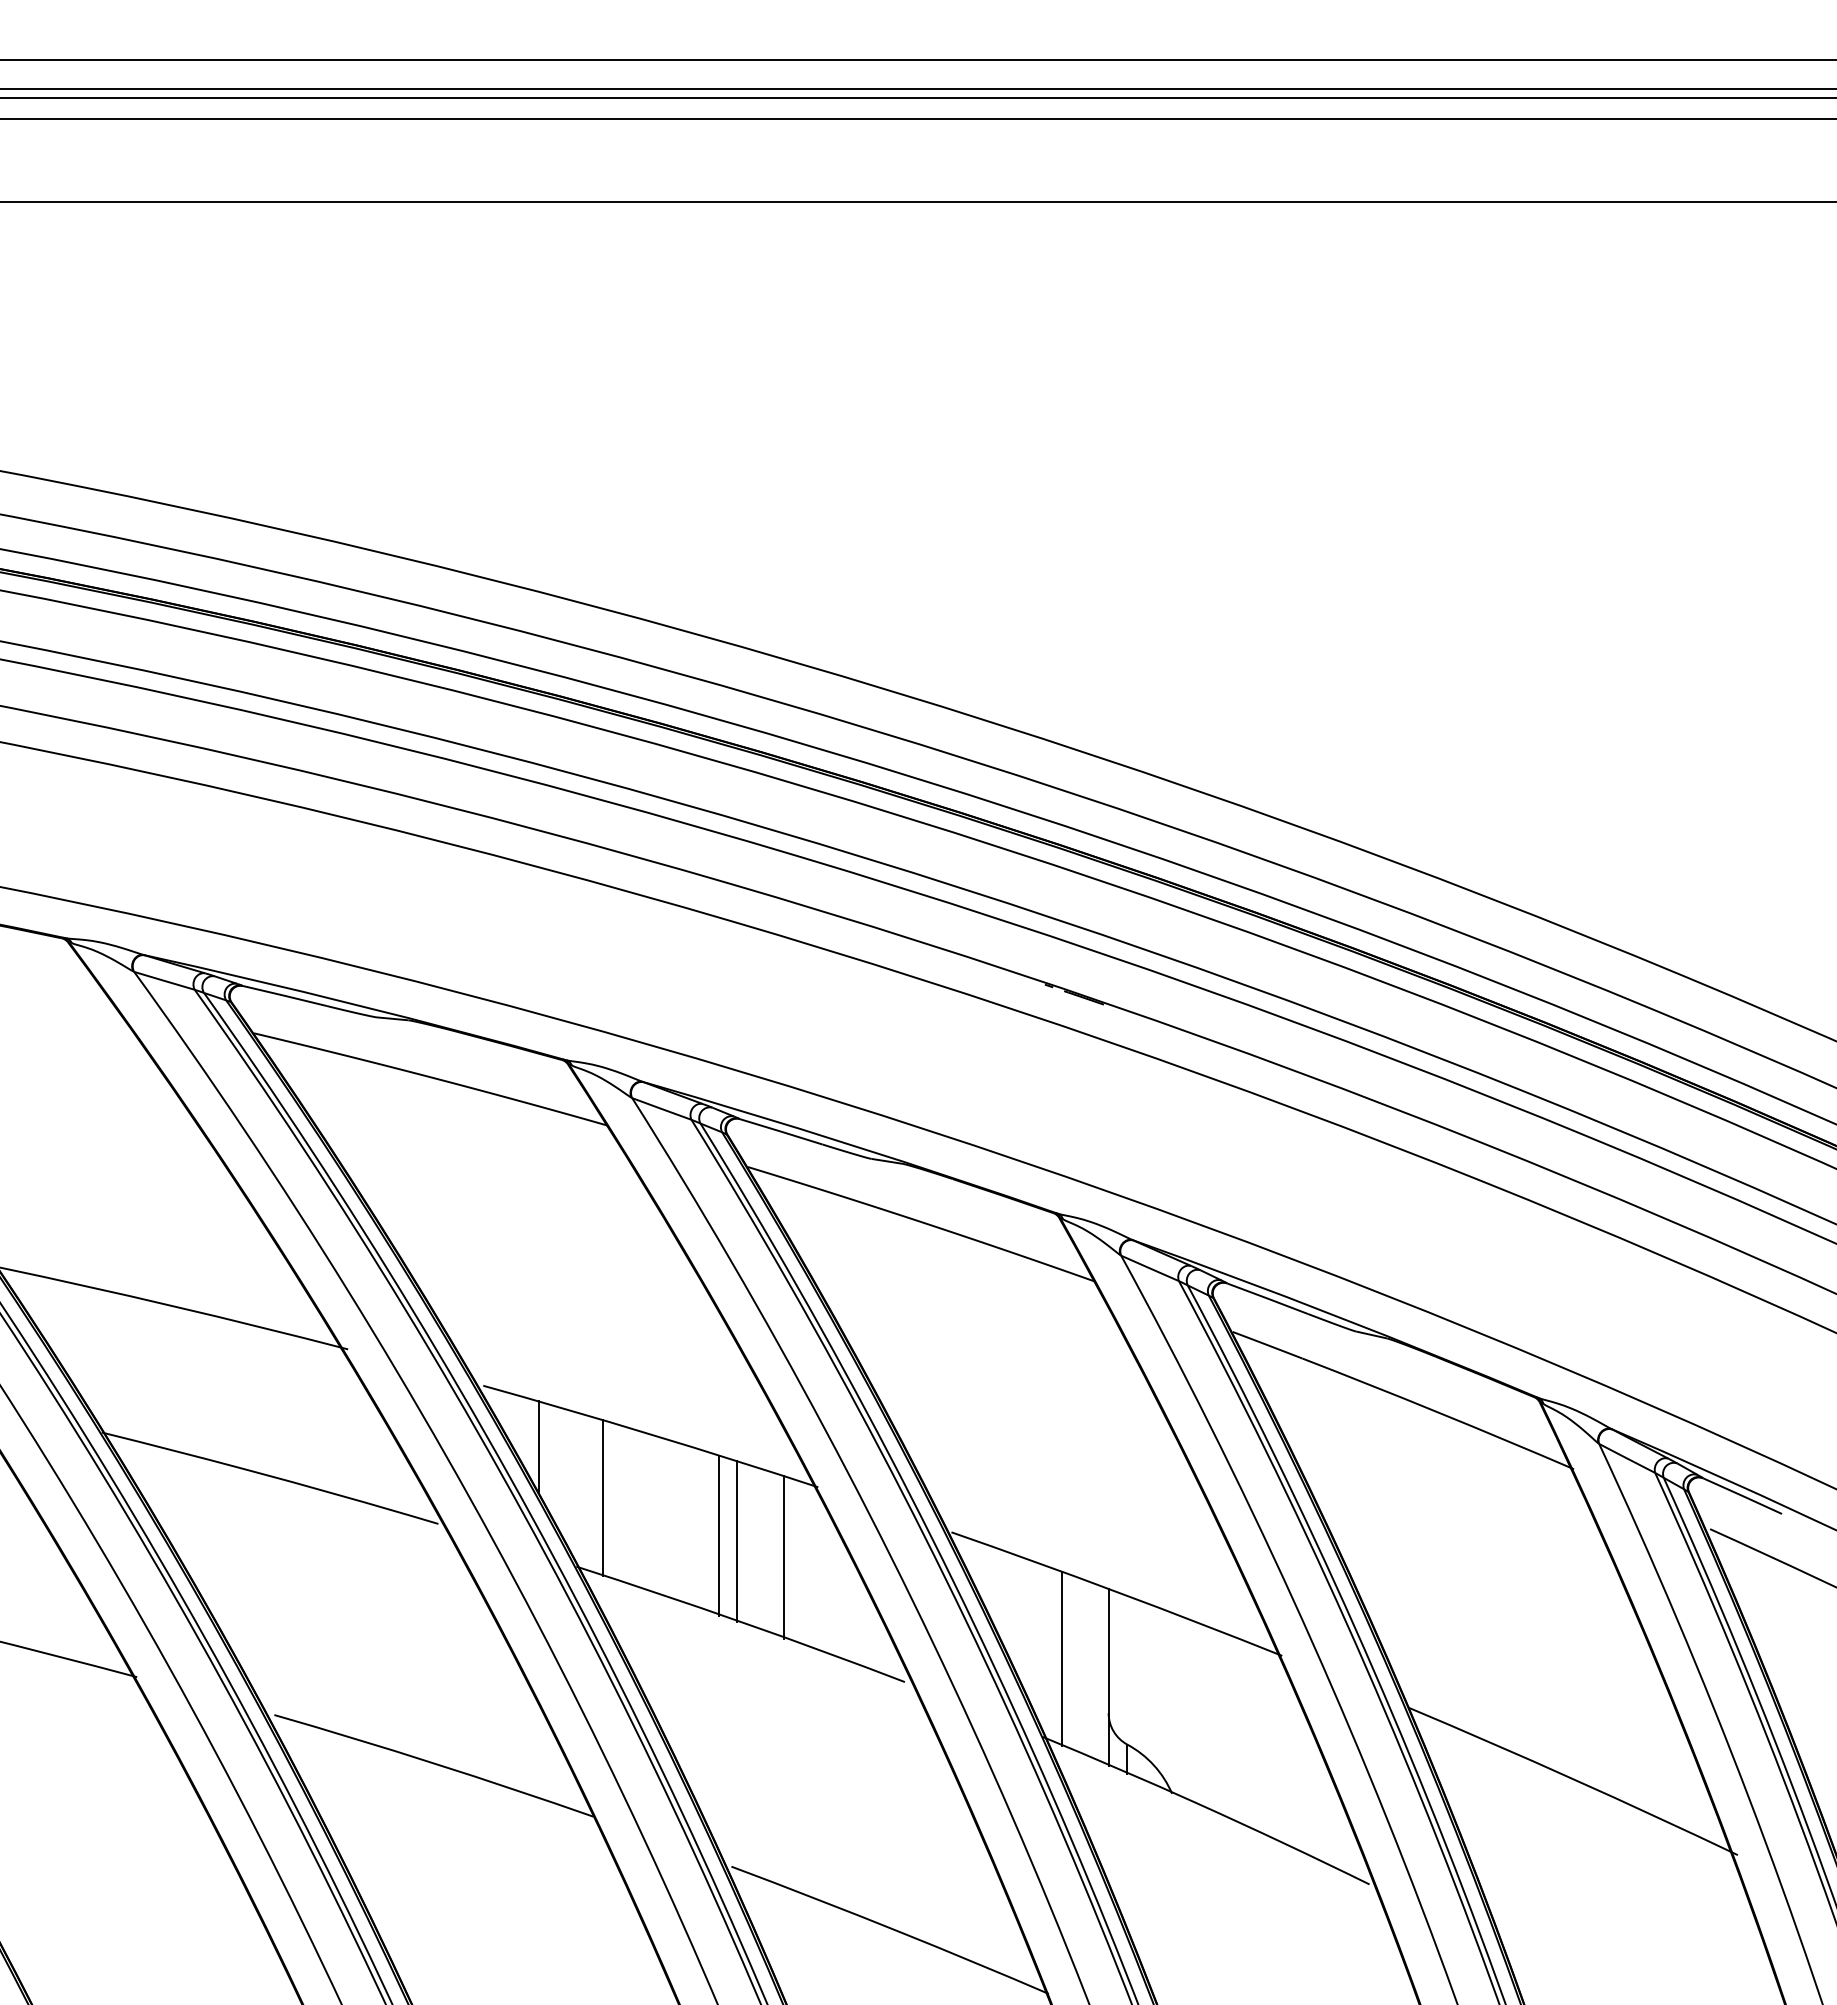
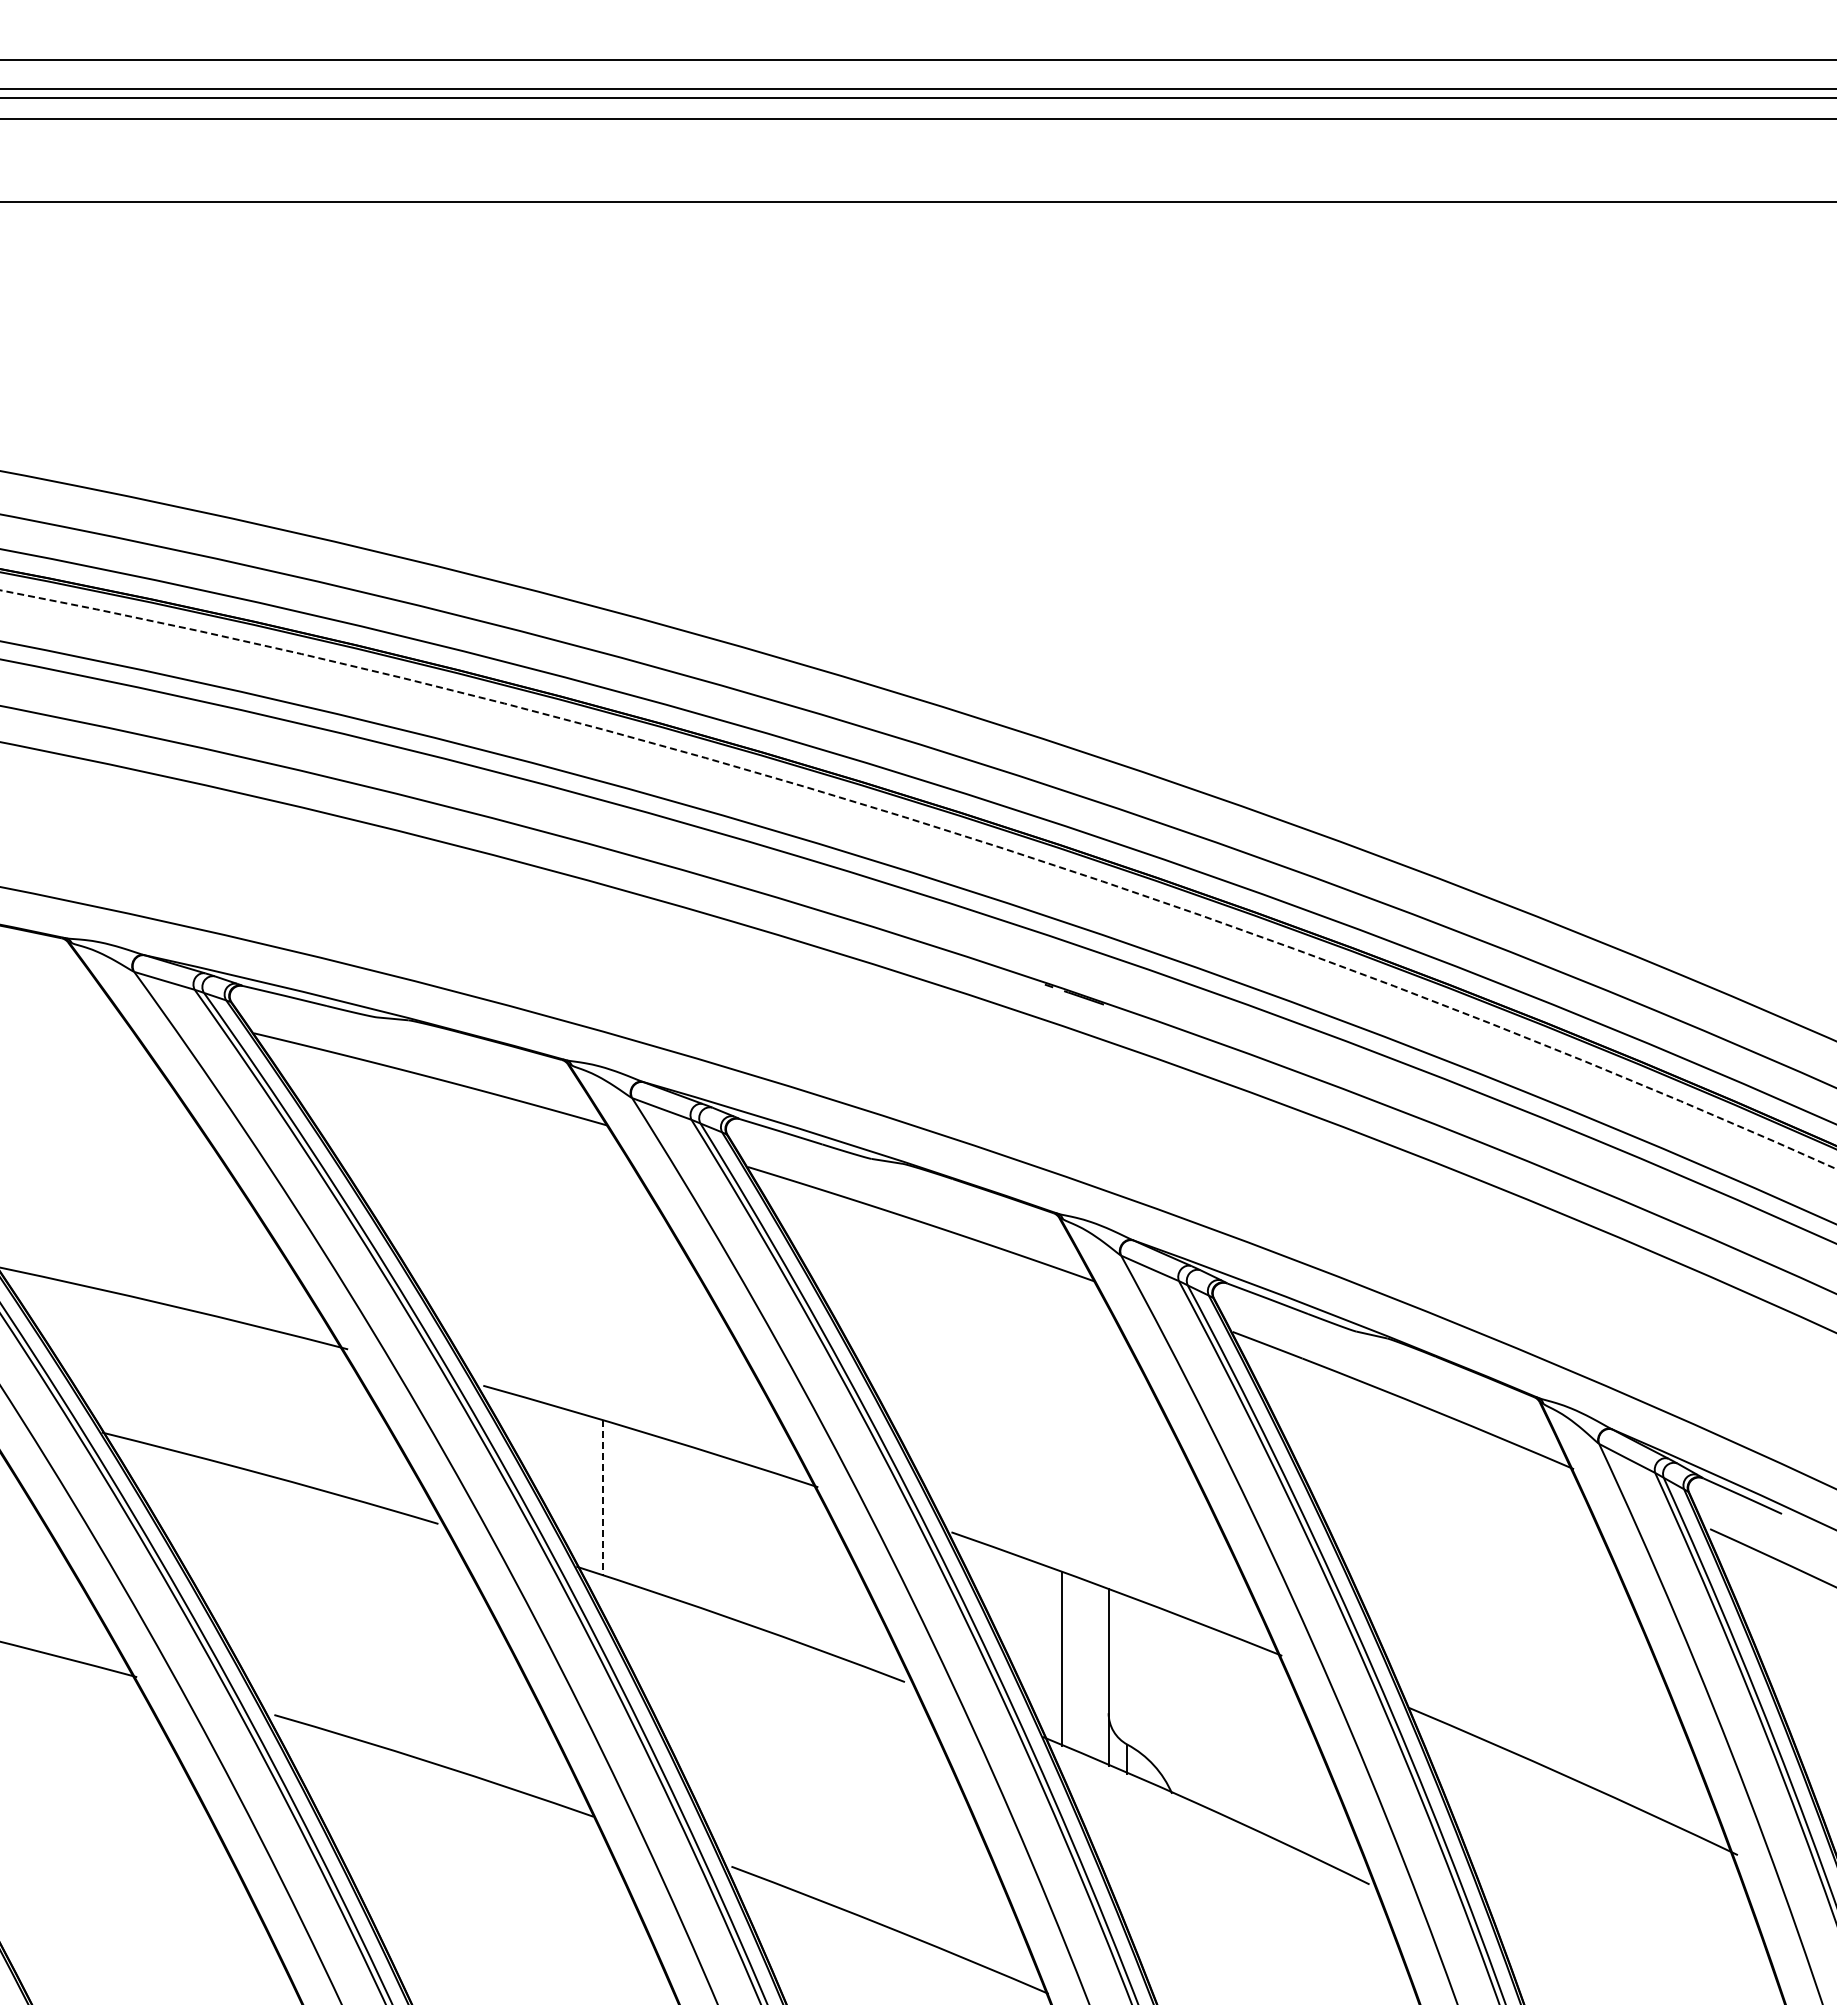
circle at (918, 879): solid -> dashed
line at (538, 1446): present -> none
line at (602, 1497): solid -> dashed
line at (719, 1535): present -> none
line at (737, 1541): present -> none
line at (783, 1557): present -> none
